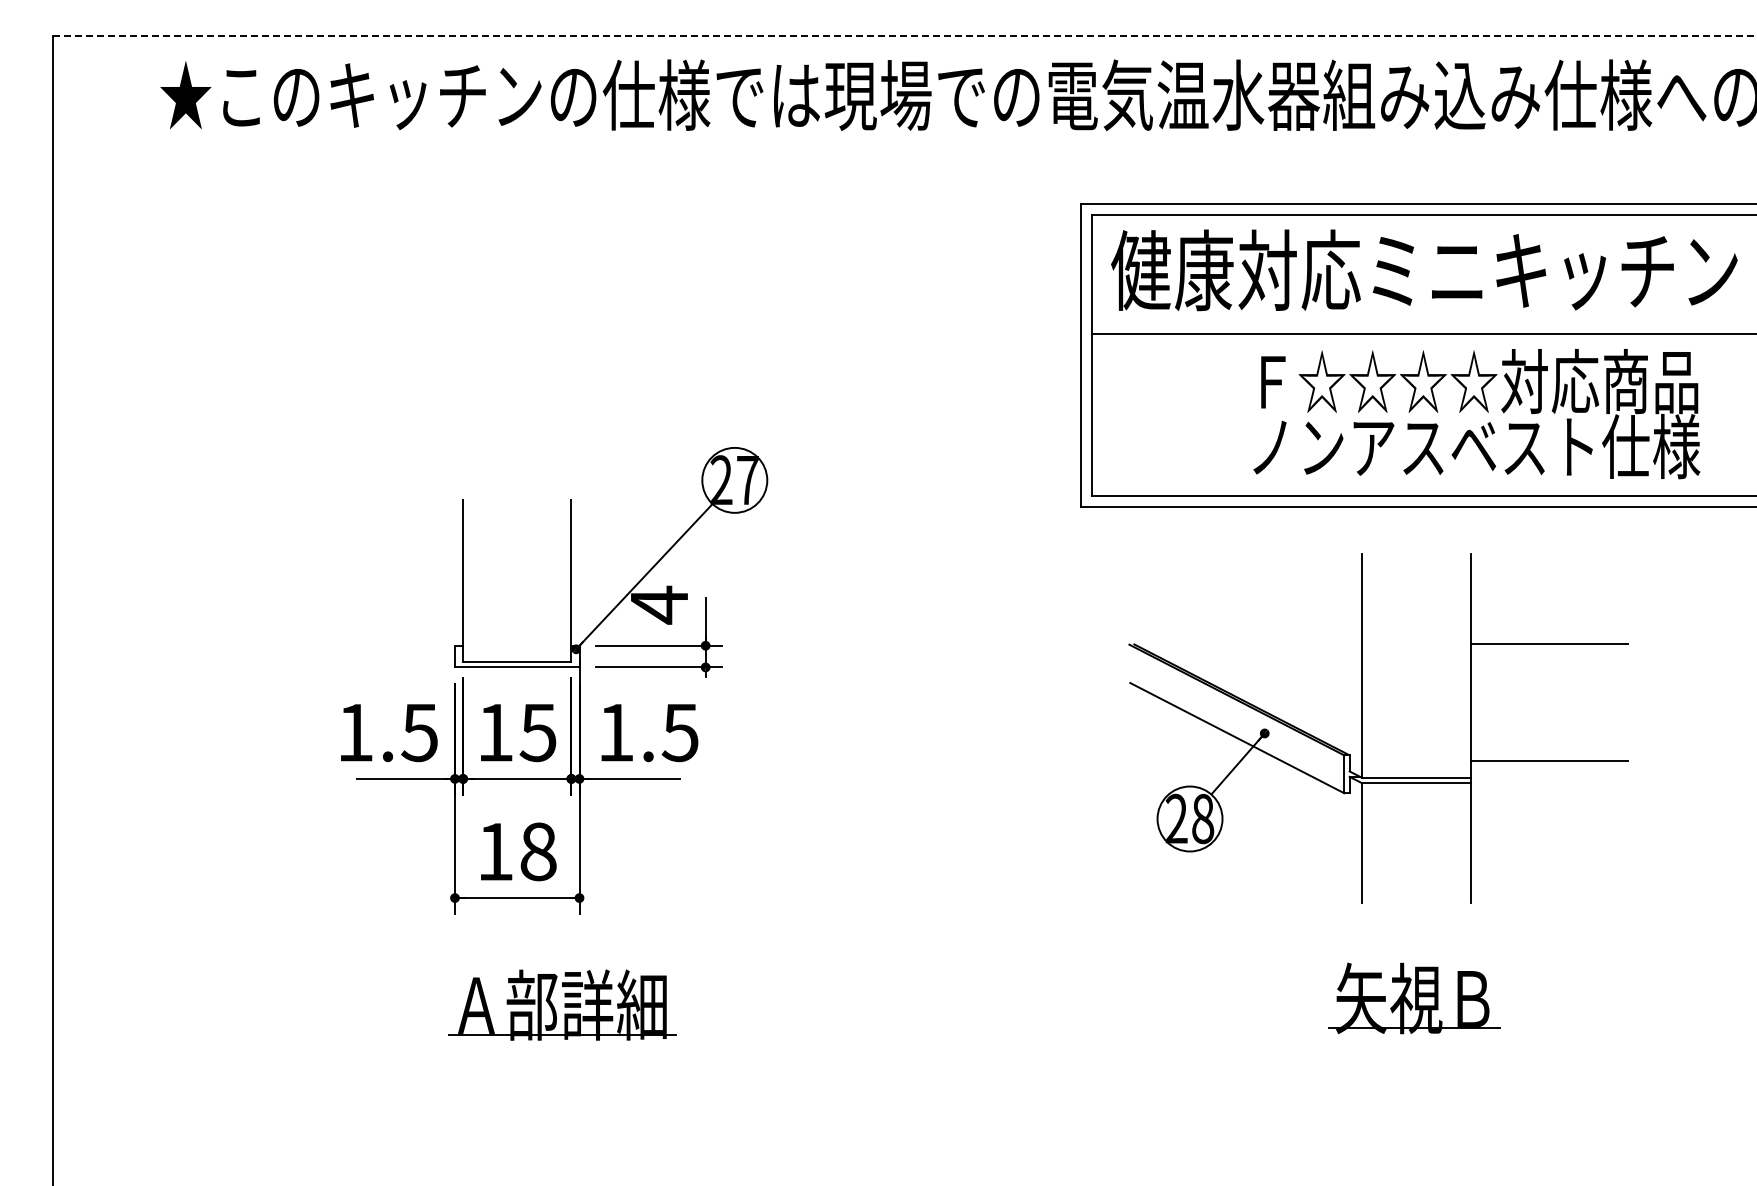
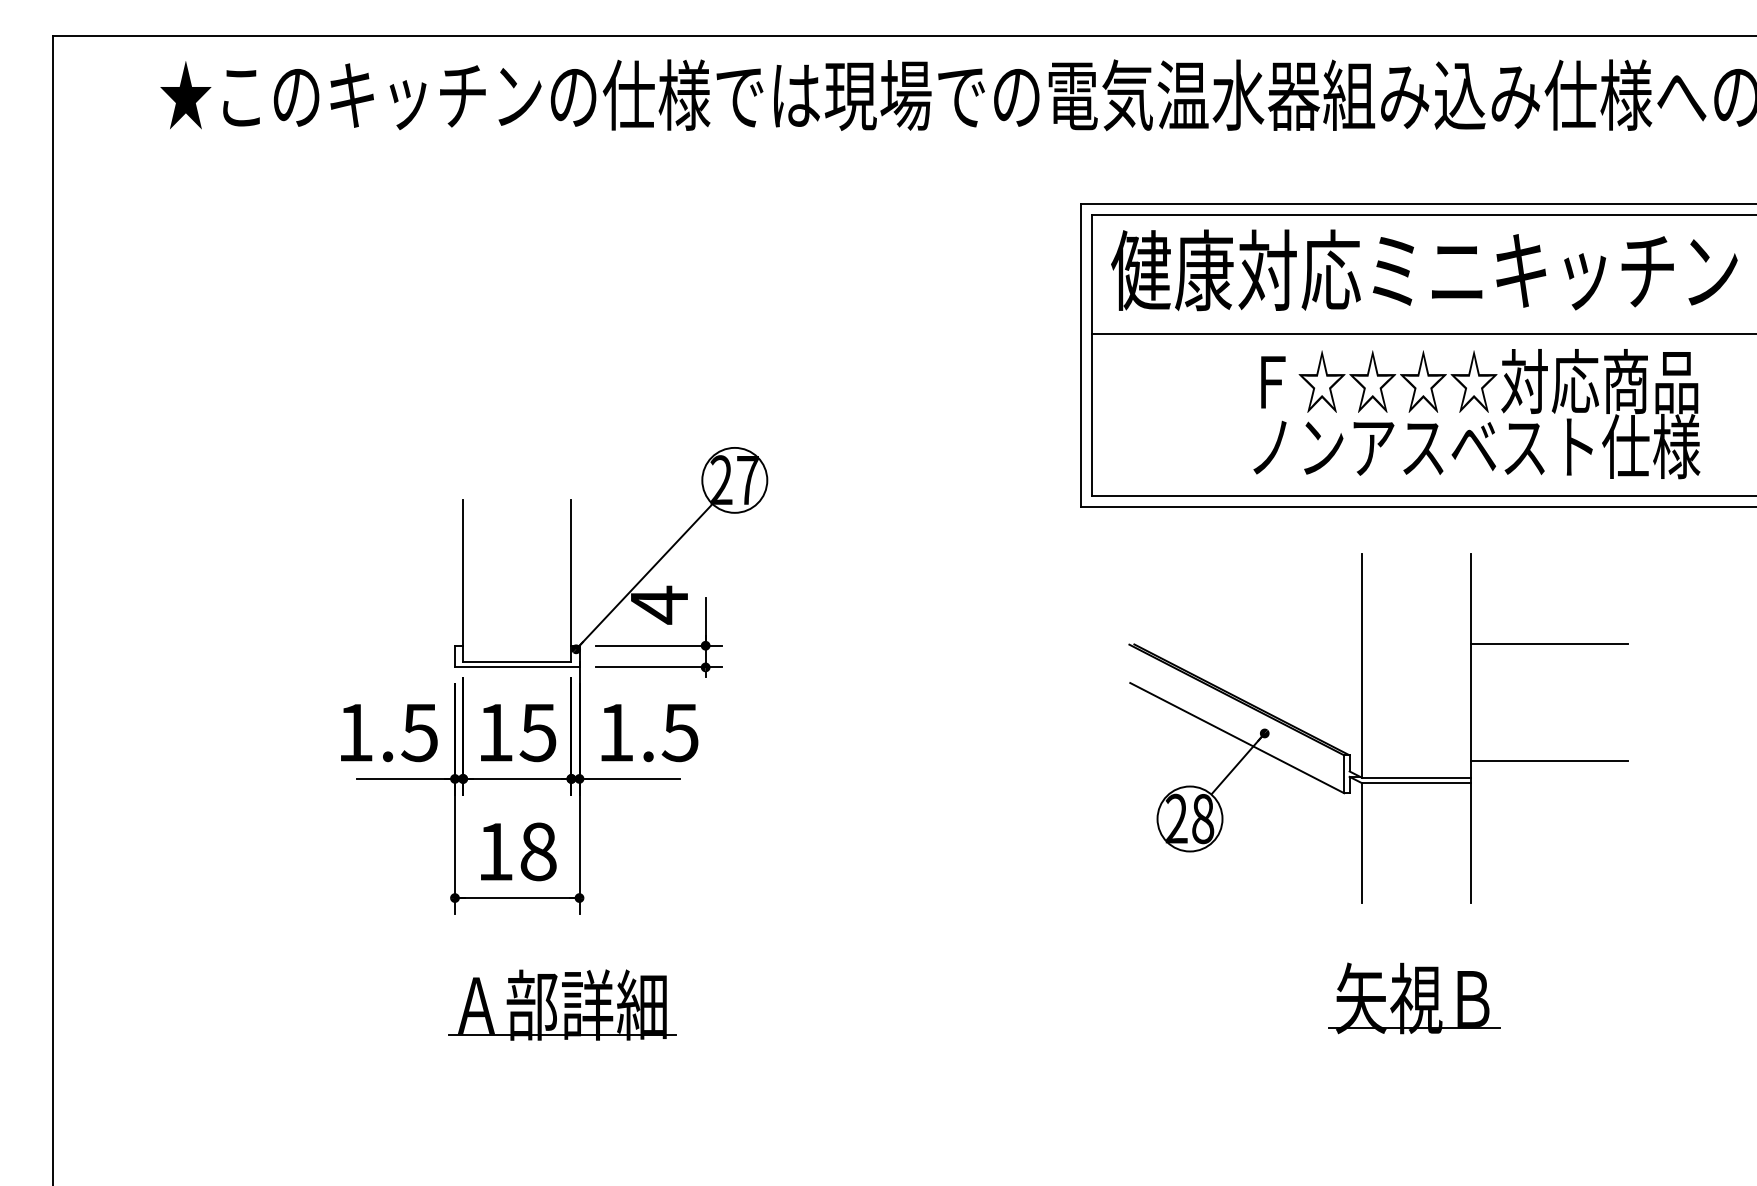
line at (904, 35): dashed -> solid
